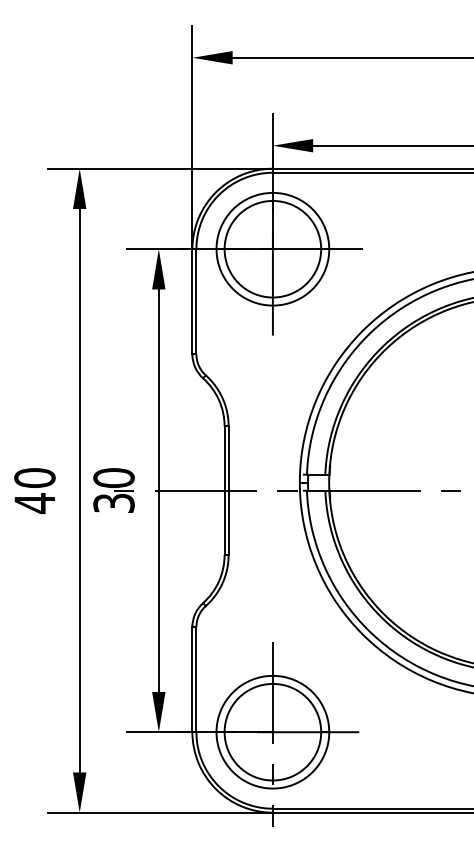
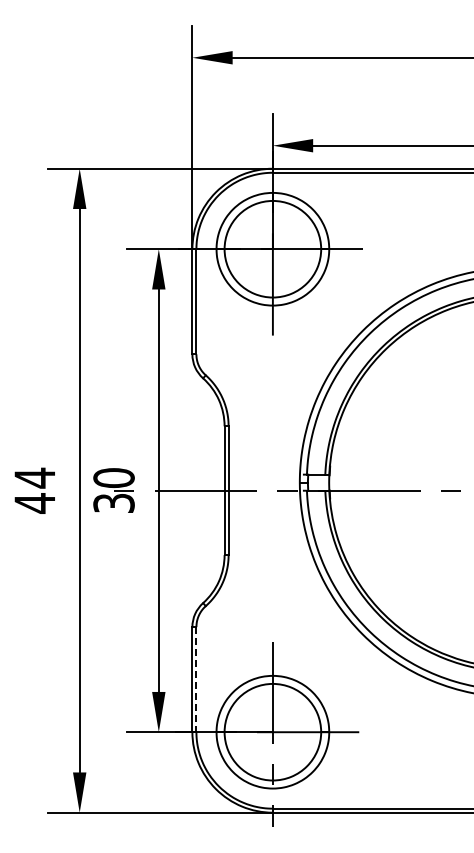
text at (34, 477): 40 -> 44
line at (196, 679): solid -> dashed
